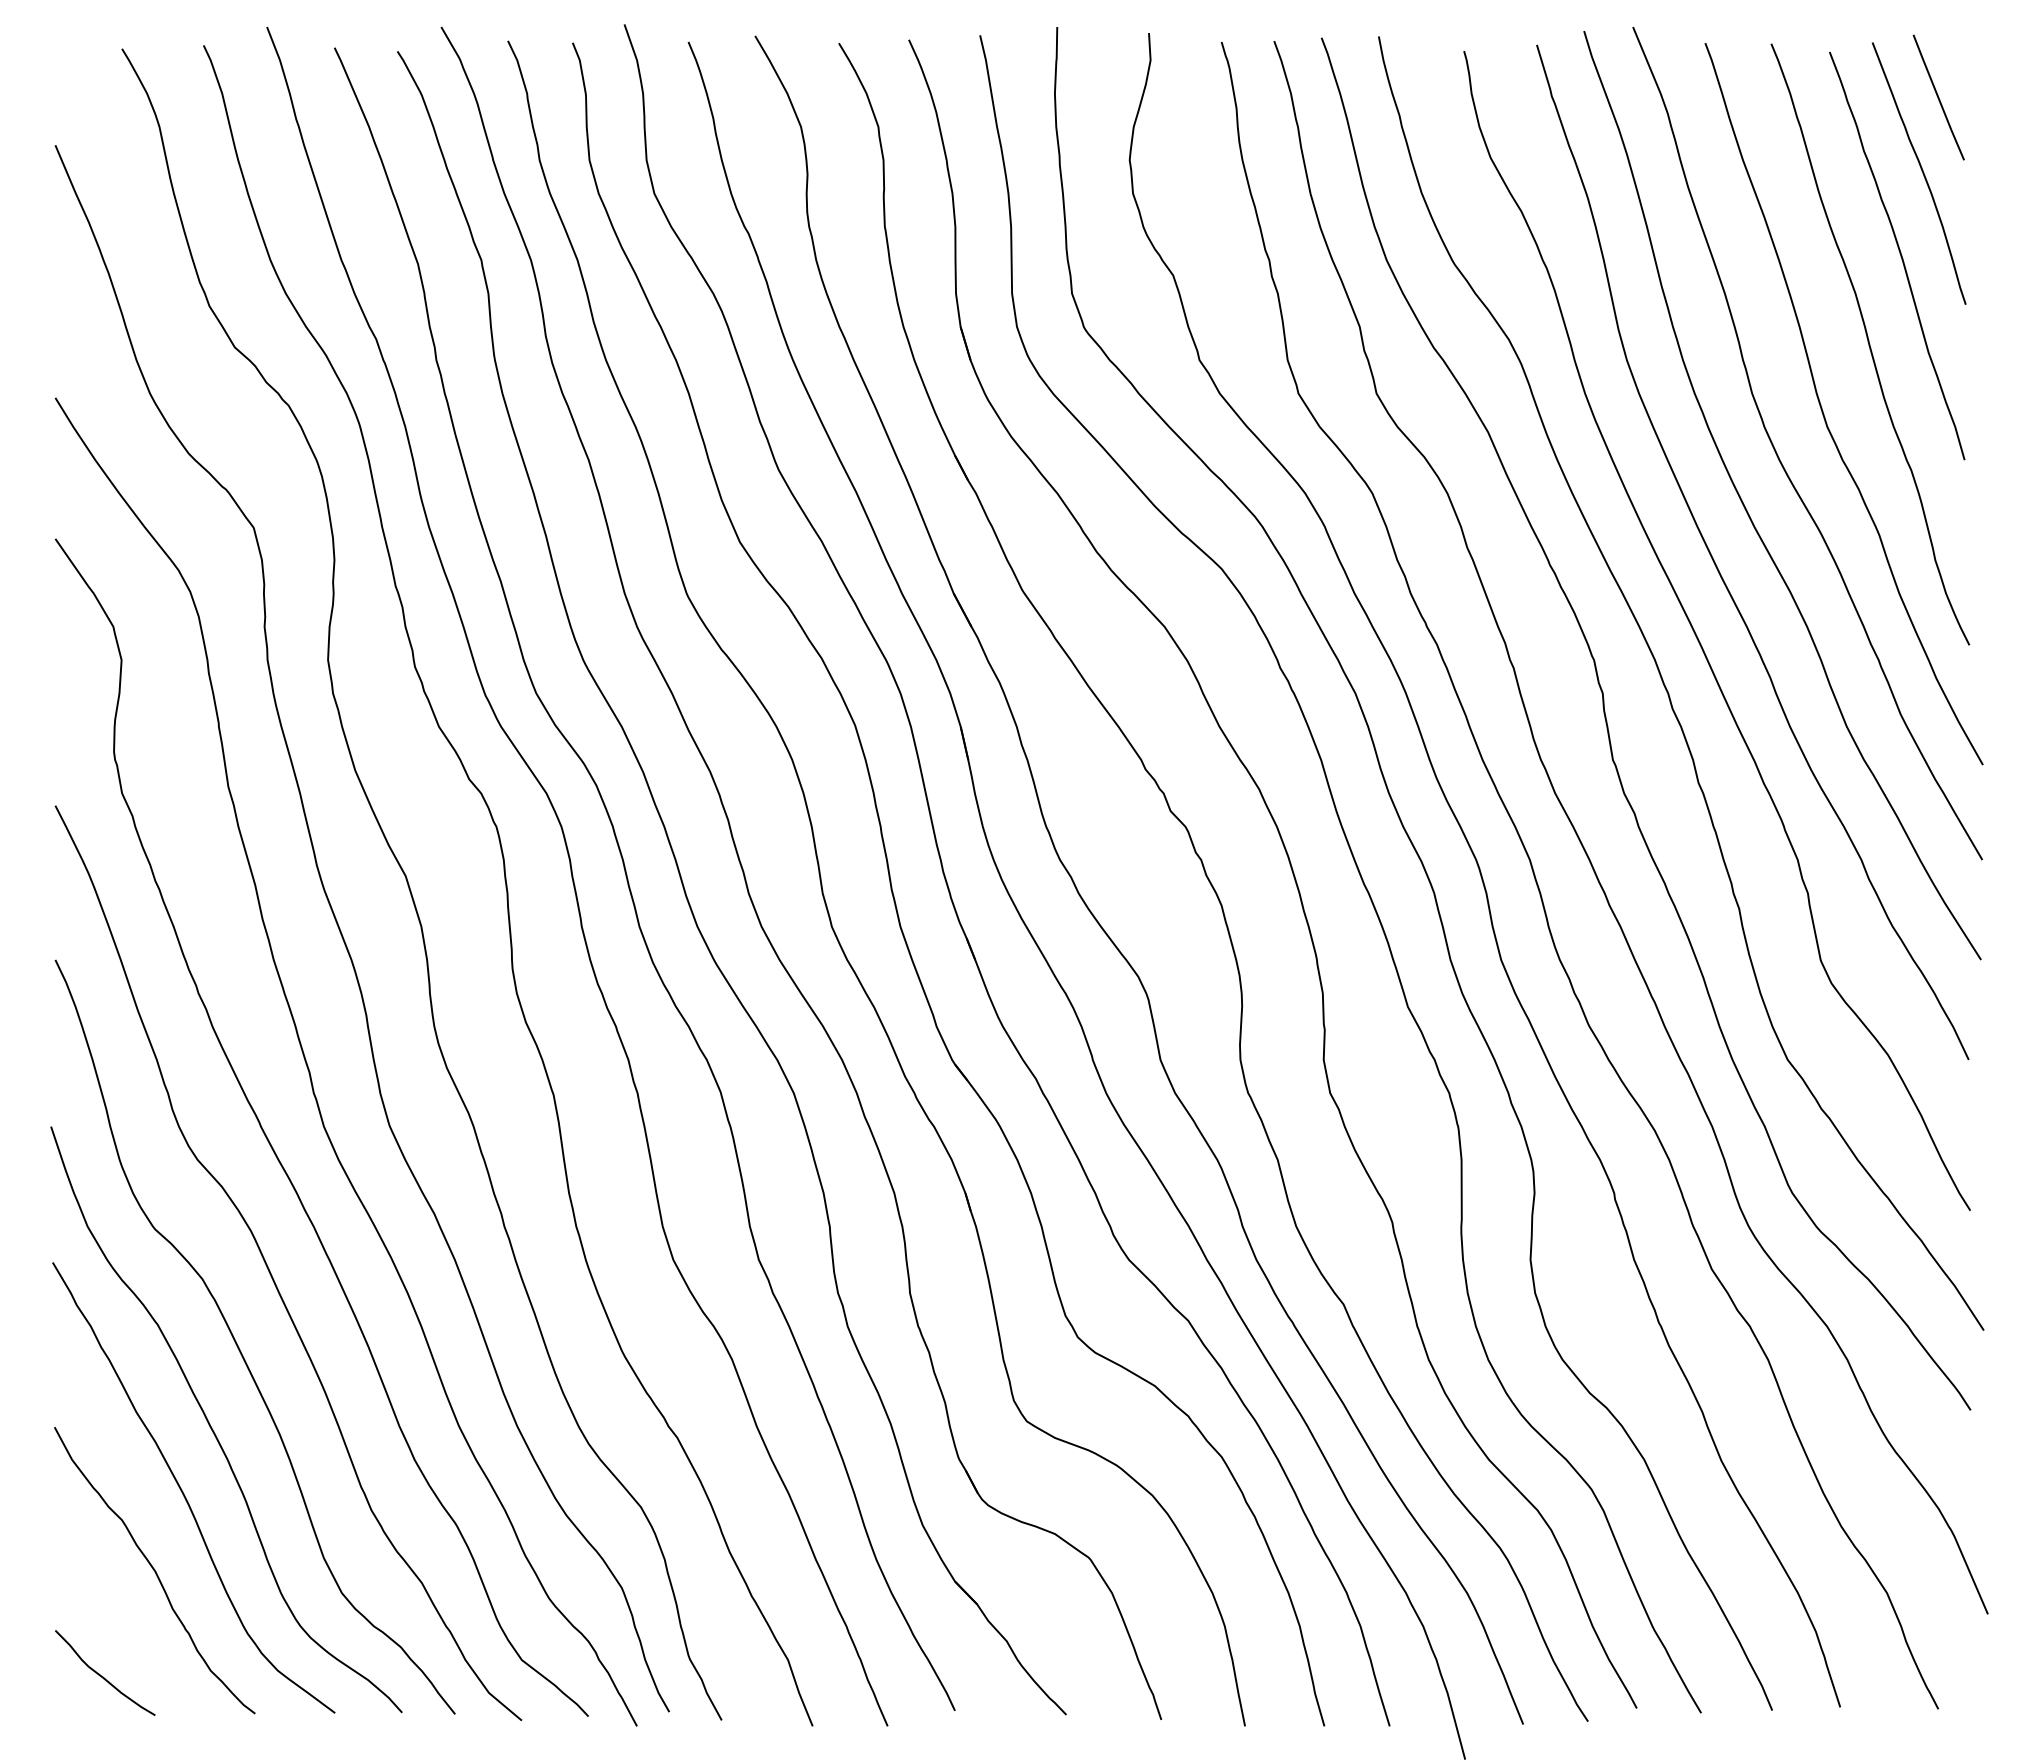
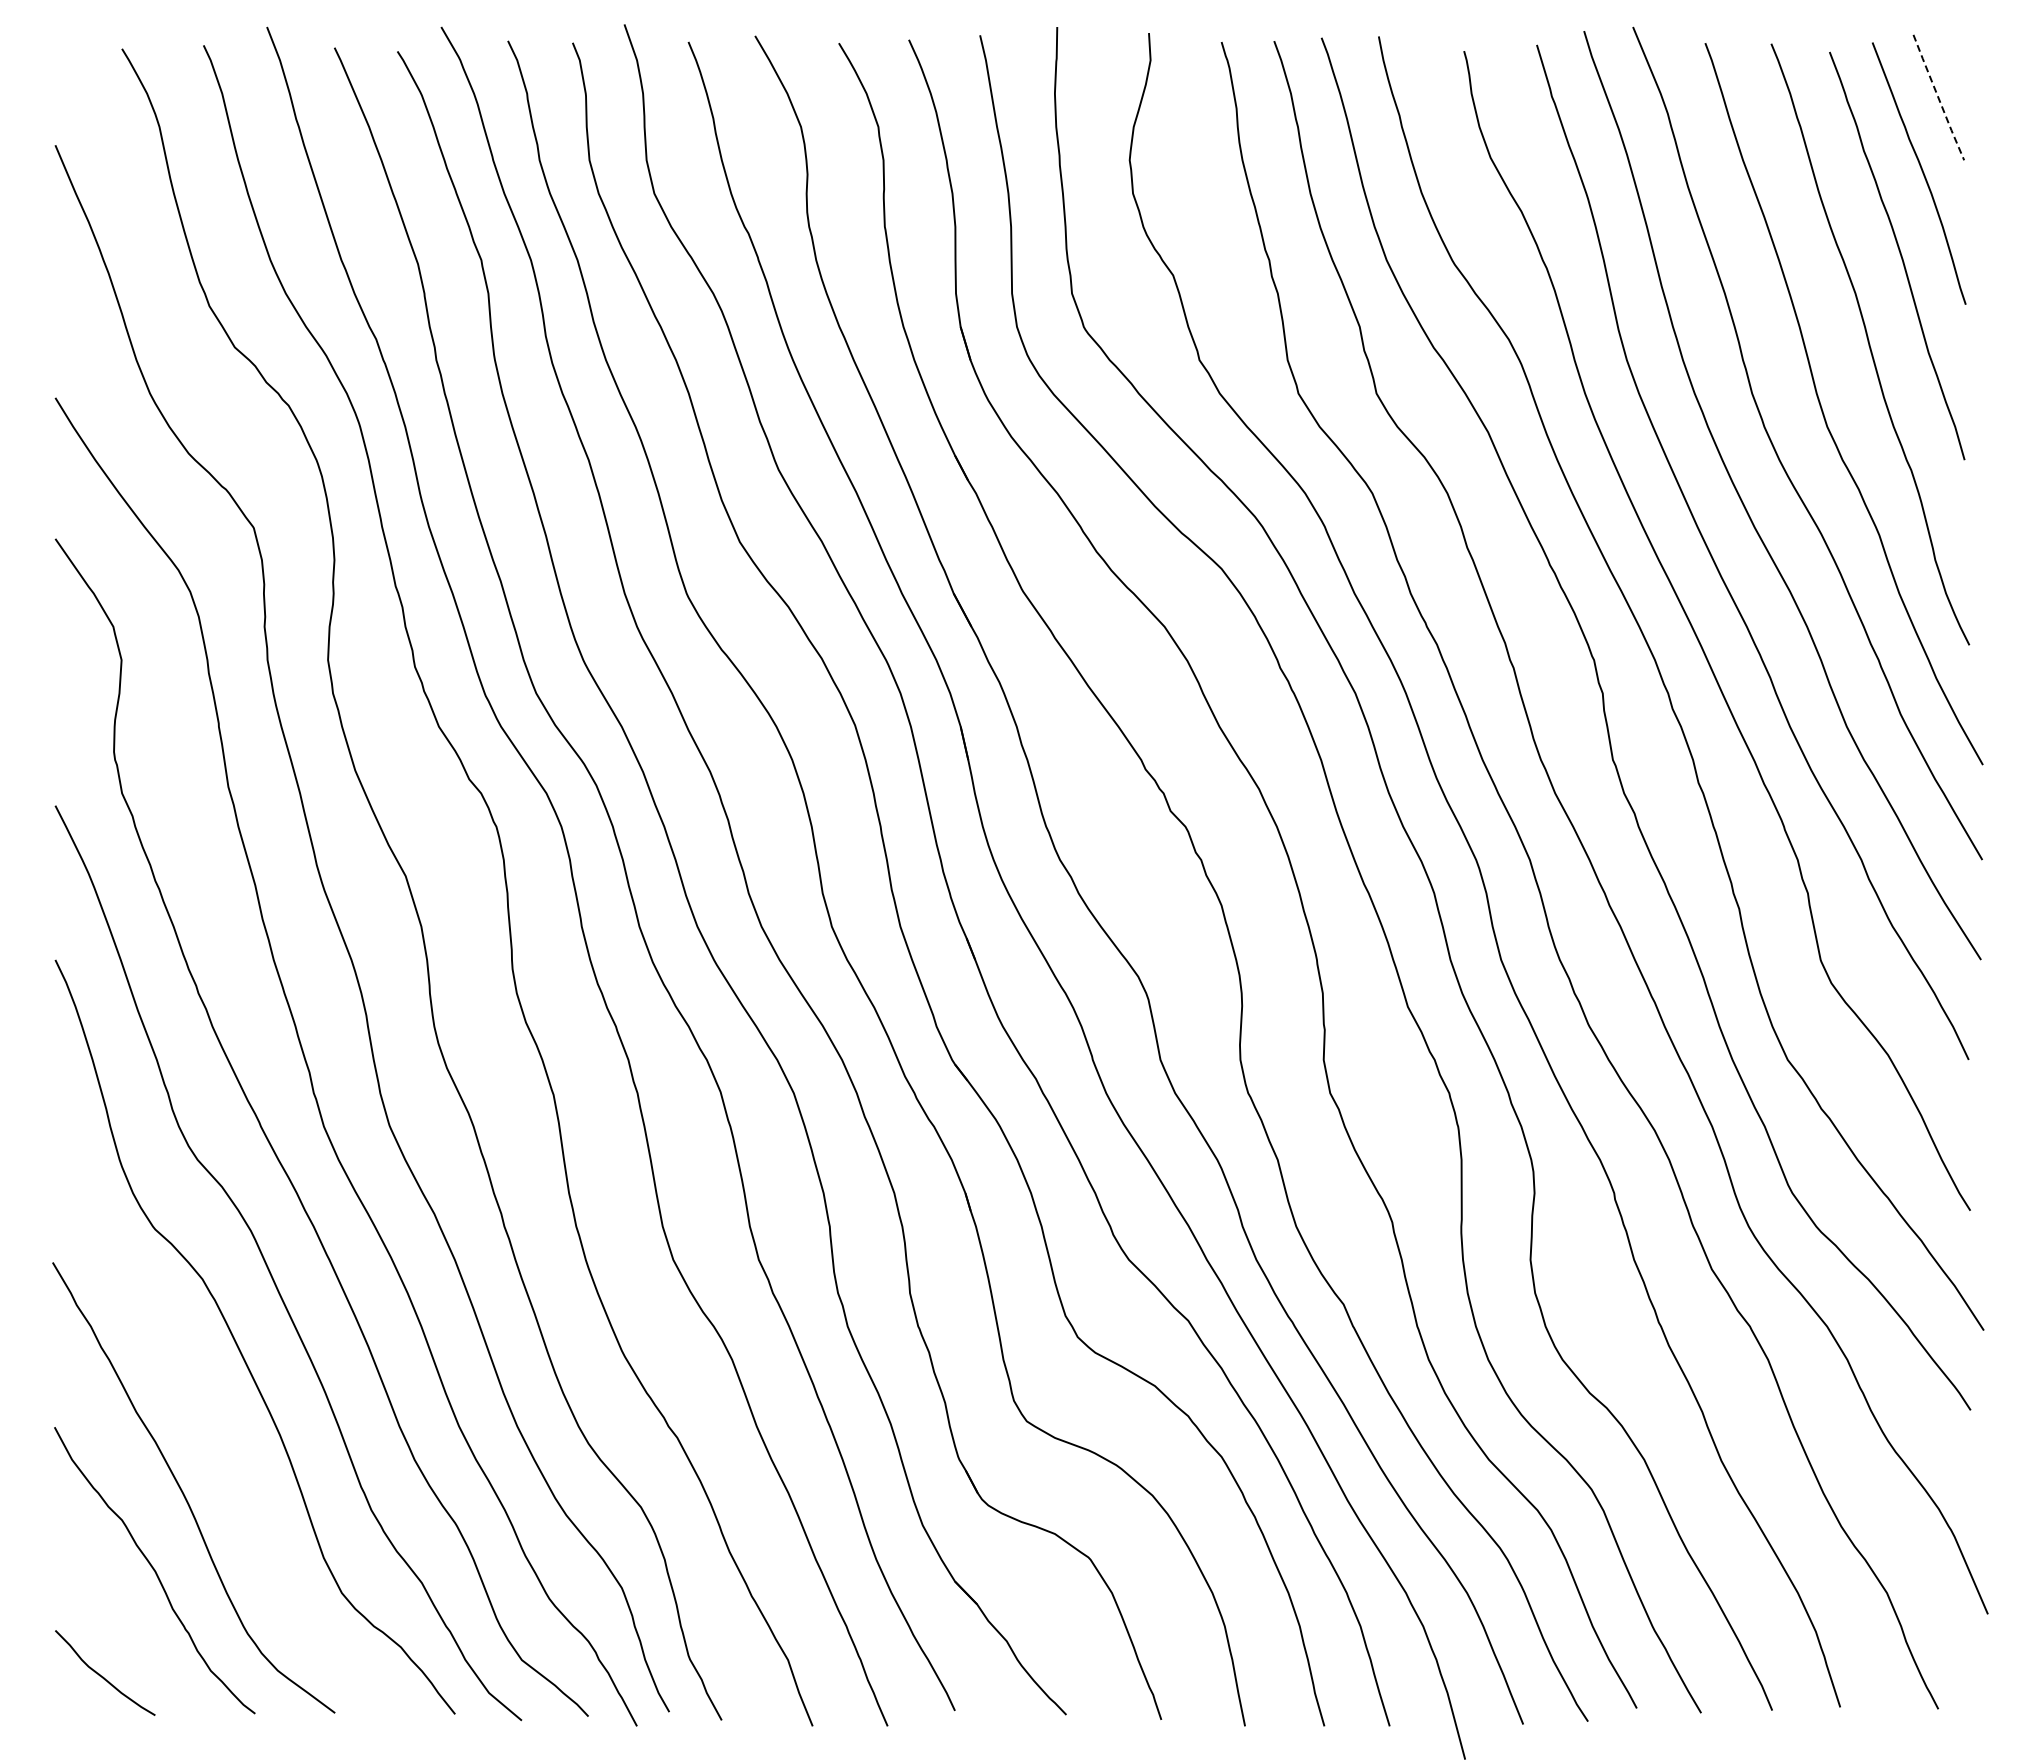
line at (1938, 97): solid -> dashed
curve at (212, 1427): present -> none
